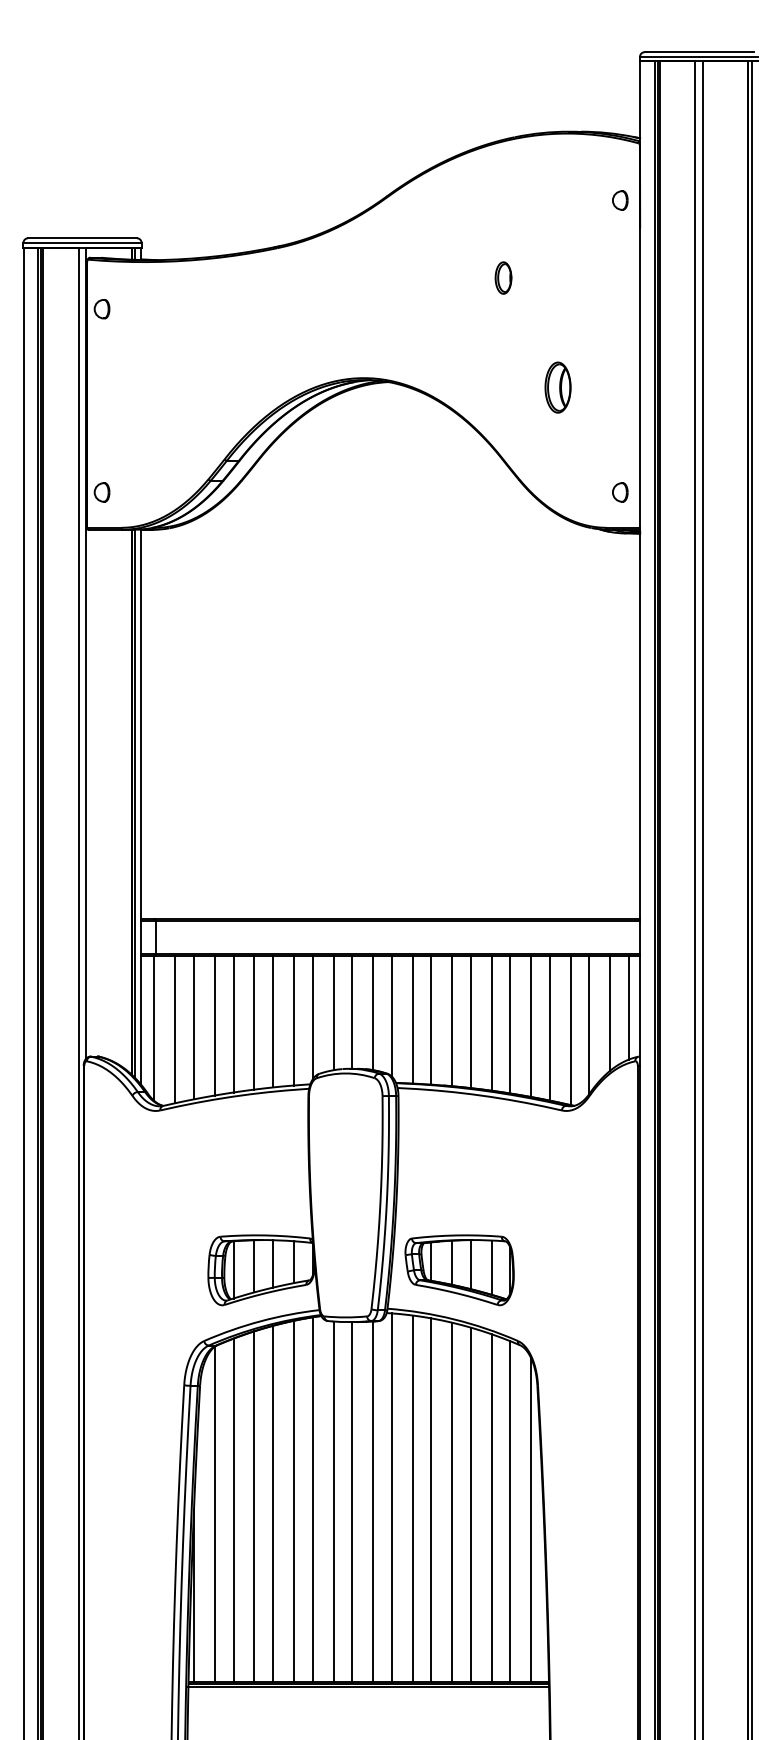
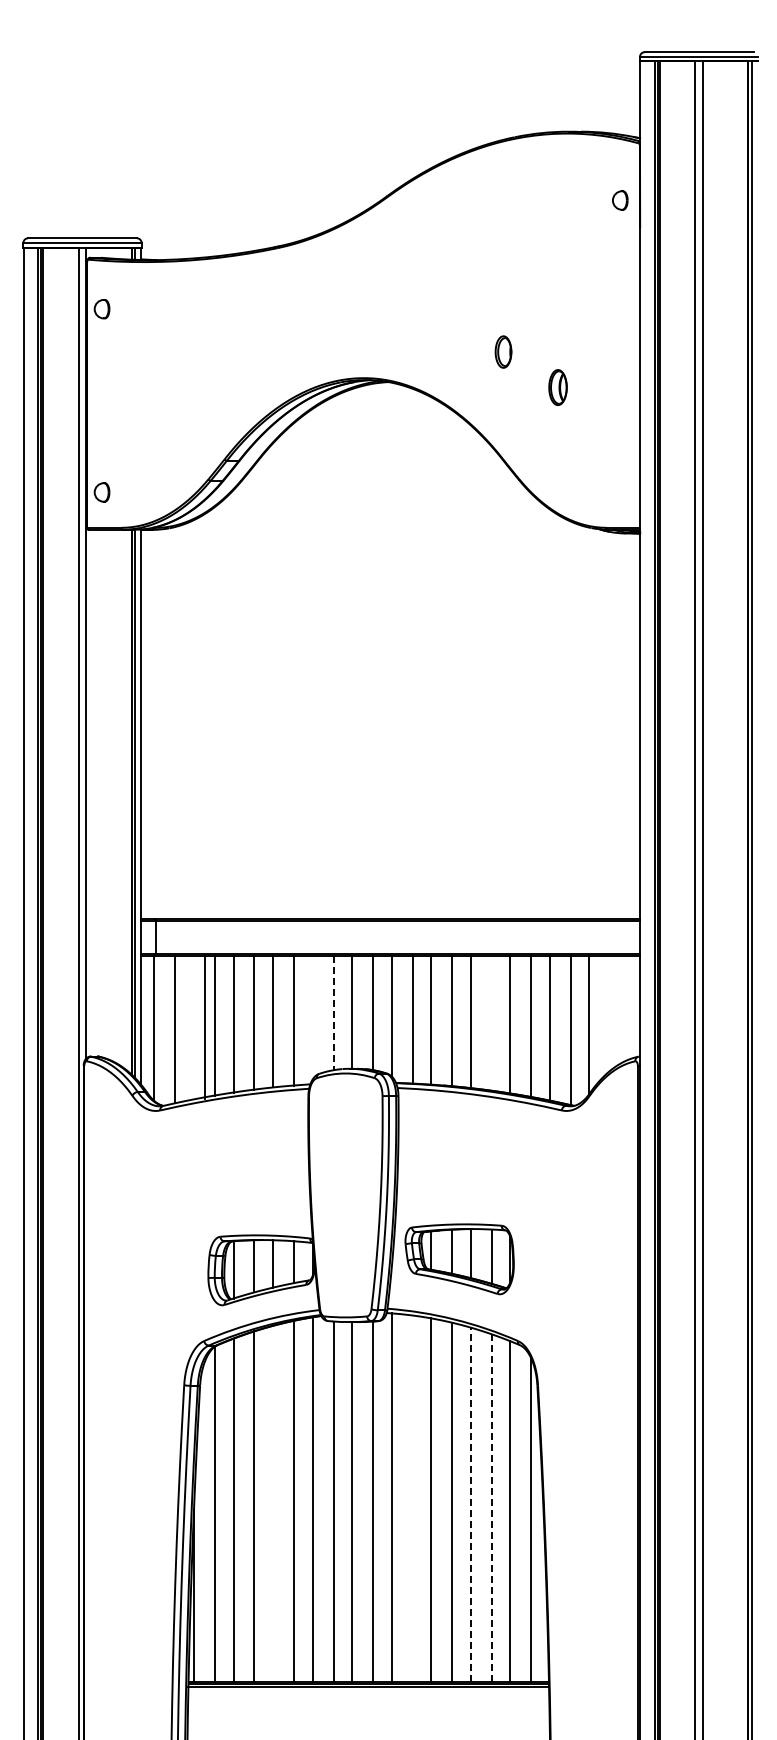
part at (503, 277) position: (503, 277) -> (503, 351)
part at (557, 387) size: 28x53 px -> 20x37 px
part at (620, 492): present -> none
line at (628, 1007): present -> none
line at (333, 1013): solid -> dashed
line at (610, 1013): present -> none
line at (312, 1017): present -> none
line at (491, 1023): present -> none
line at (194, 1027) position: (194, 1027) -> (205, 1027)
part at (459, 1270) position: (459, 1270) -> (459, 1259)
line at (412, 1498): present -> none
line at (273, 1503): present -> none
line at (470, 1504): solid -> dashed
line at (491, 1508): solid -> dashed
